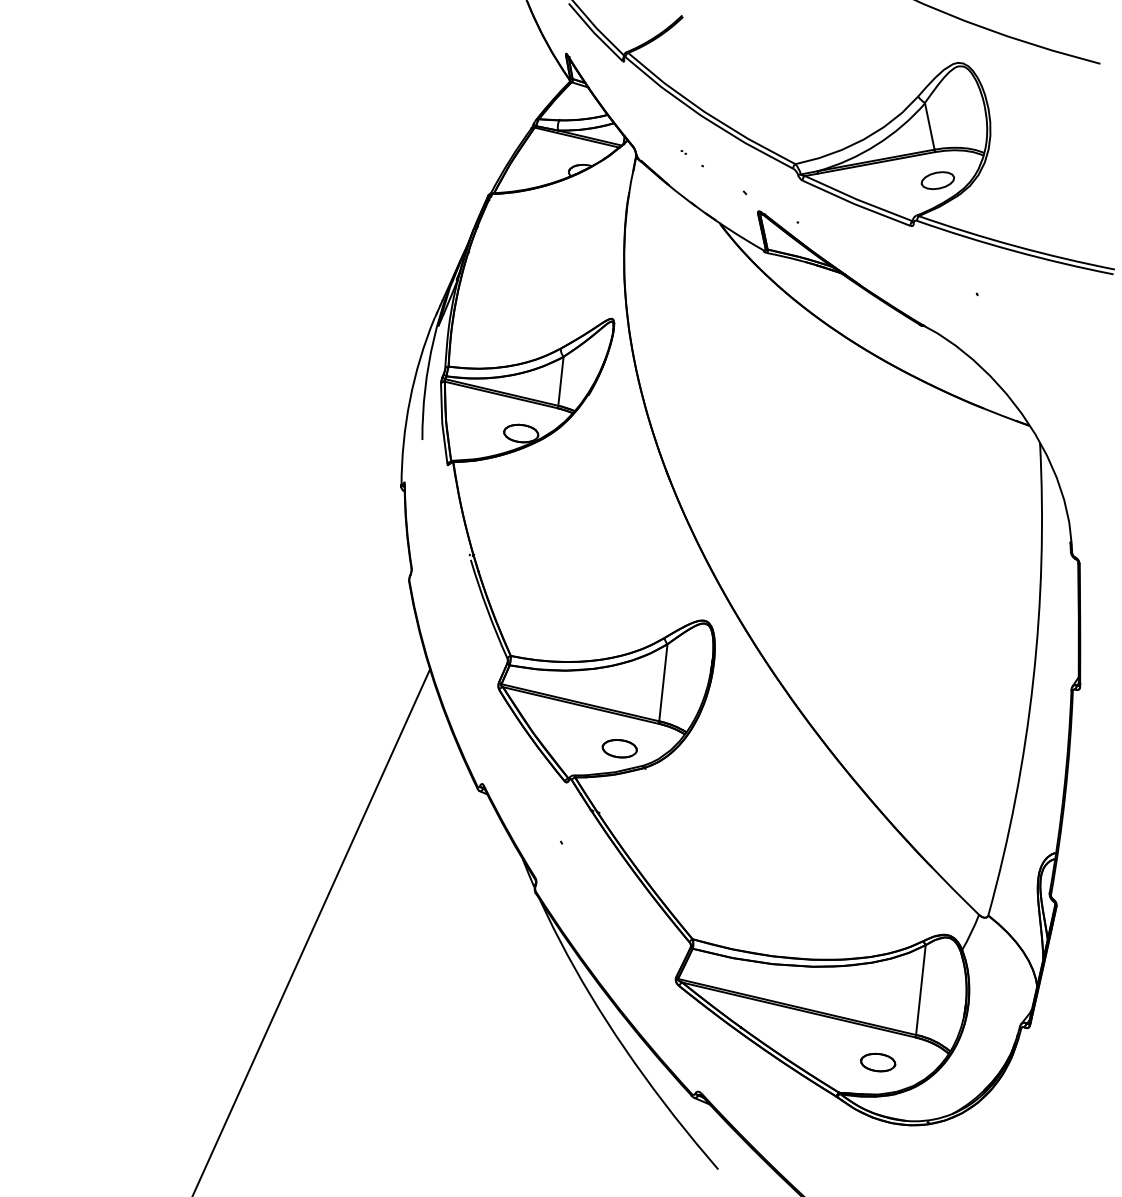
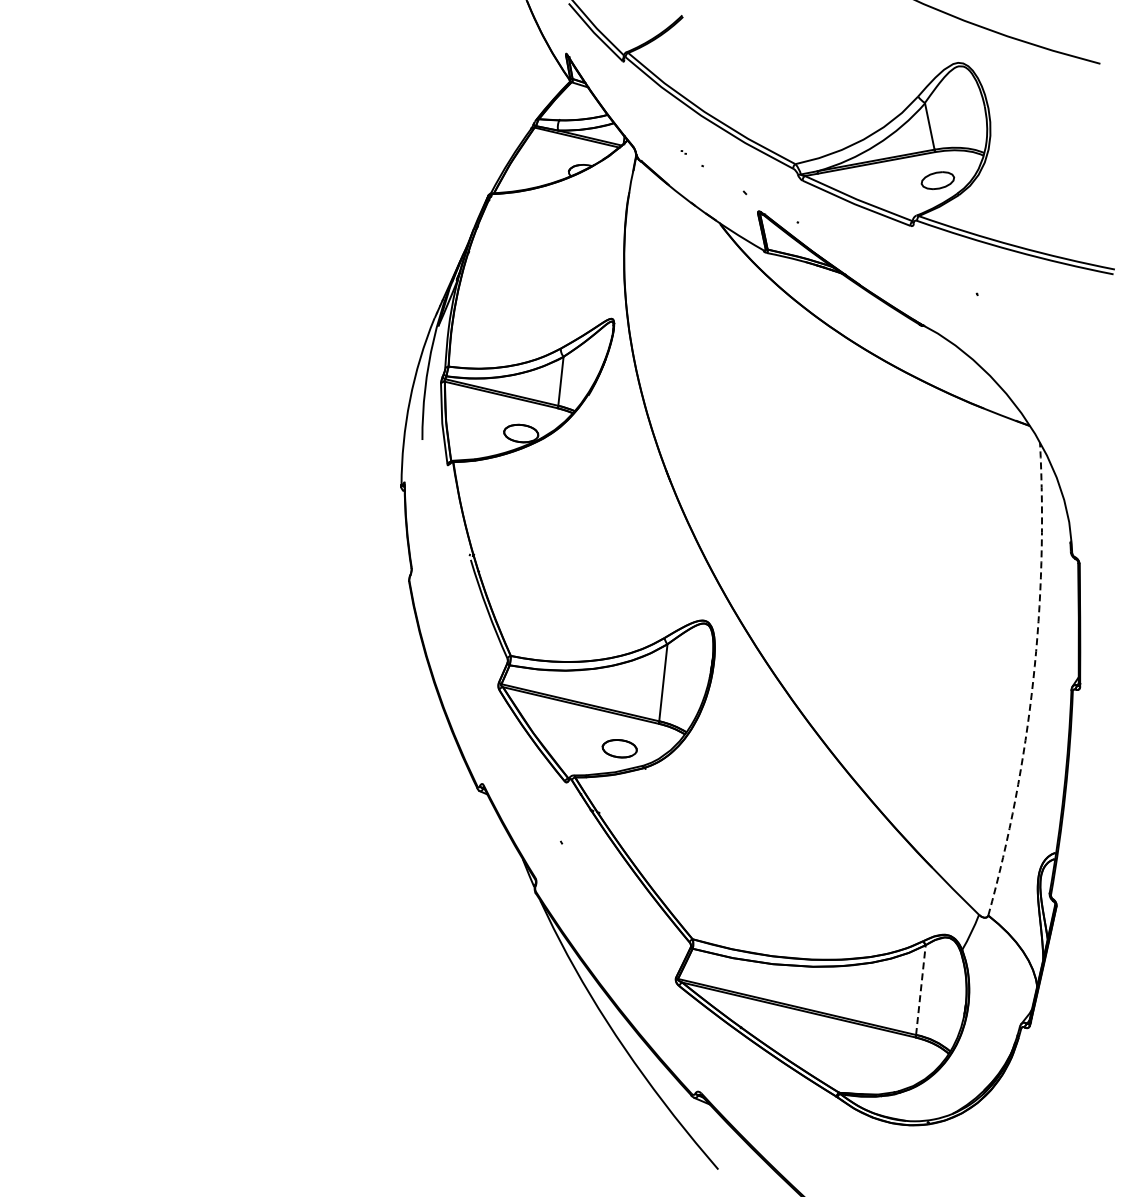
arc at (1033, 681): solid -> dashed
line at (311, 931): present -> none
line at (920, 989): solid -> dashed
part at (878, 1062): present -> none
